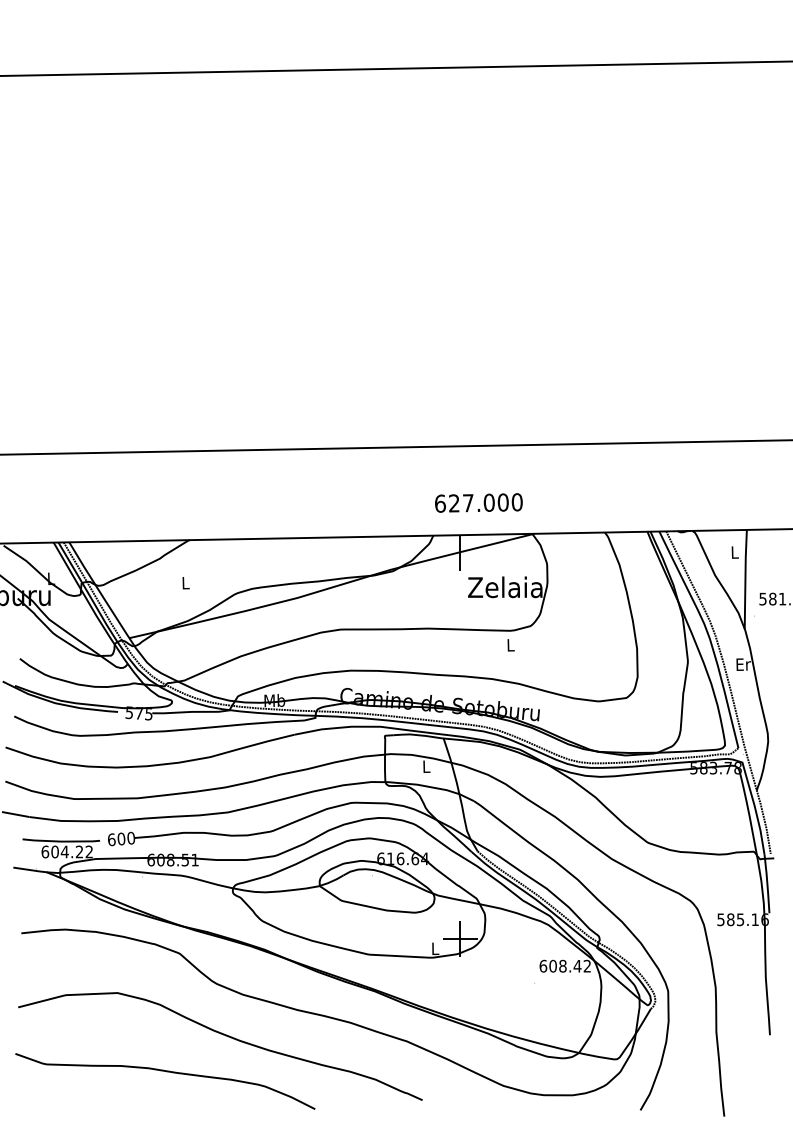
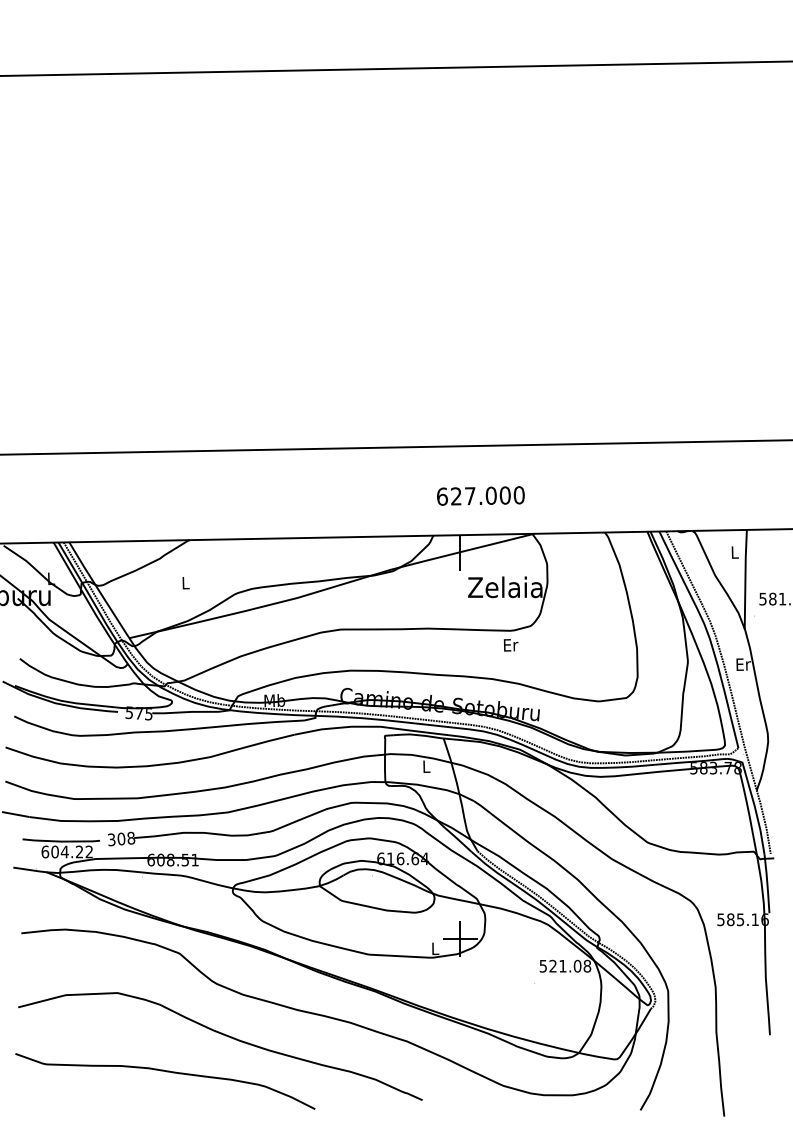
text at (478, 502) position: (478, 502) -> (480, 495)
text at (510, 645): L -> Er
text at (121, 839): 600 -> 308
text at (565, 965): 608.42 -> 521.08
